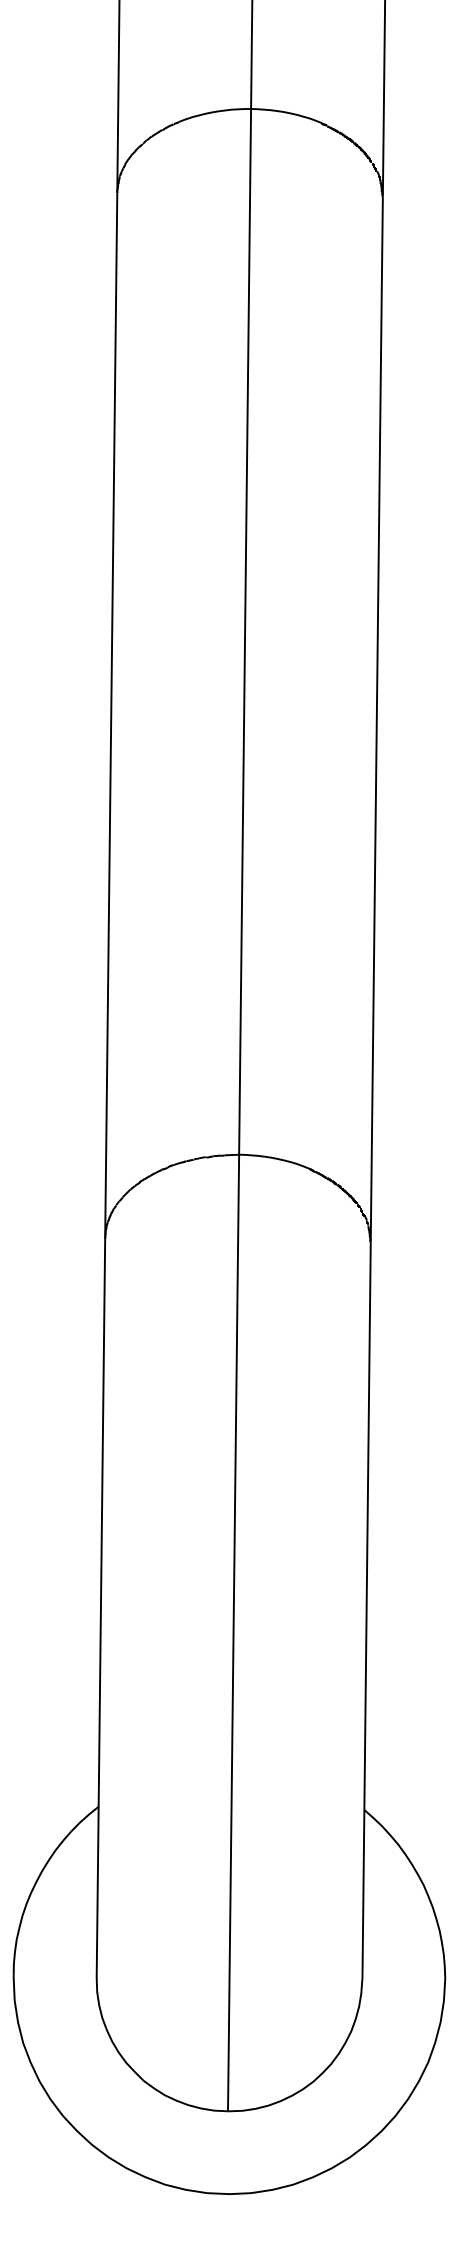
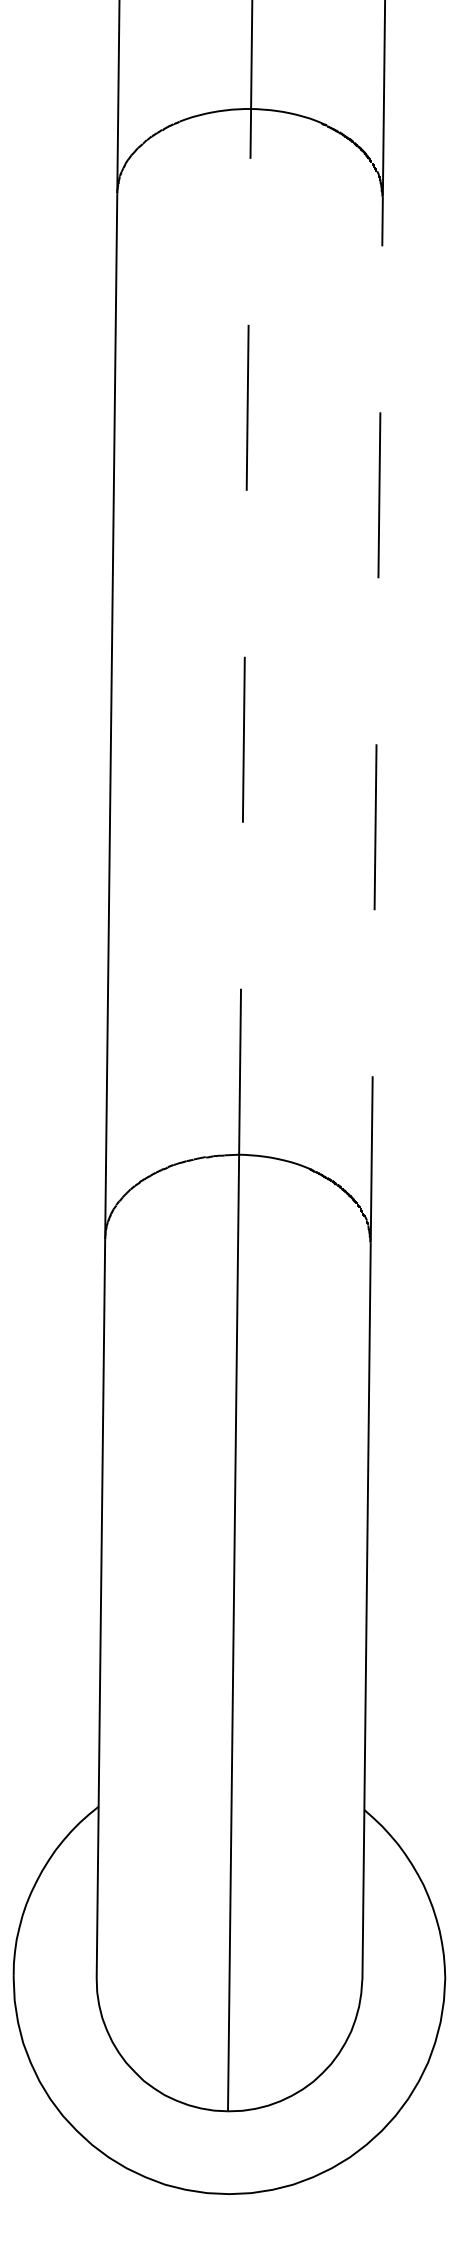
line at (245, 631): solid -> dashed
line at (376, 719): solid -> dashed
